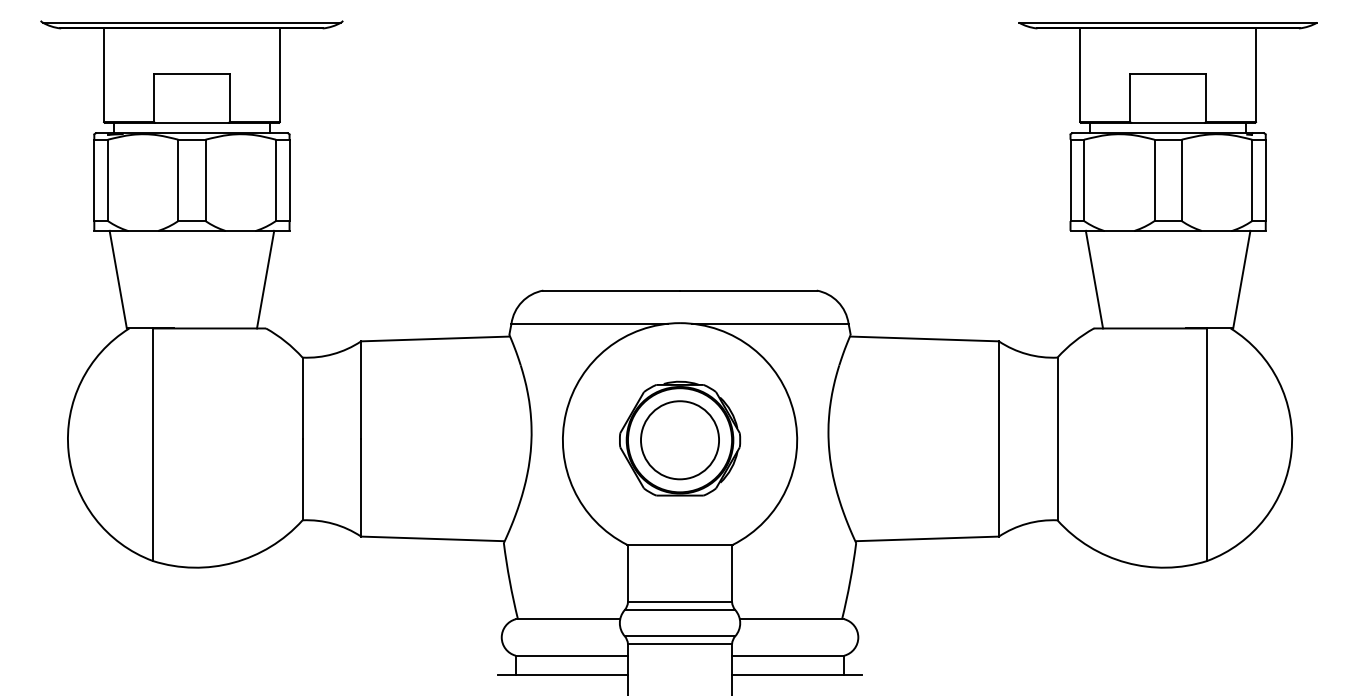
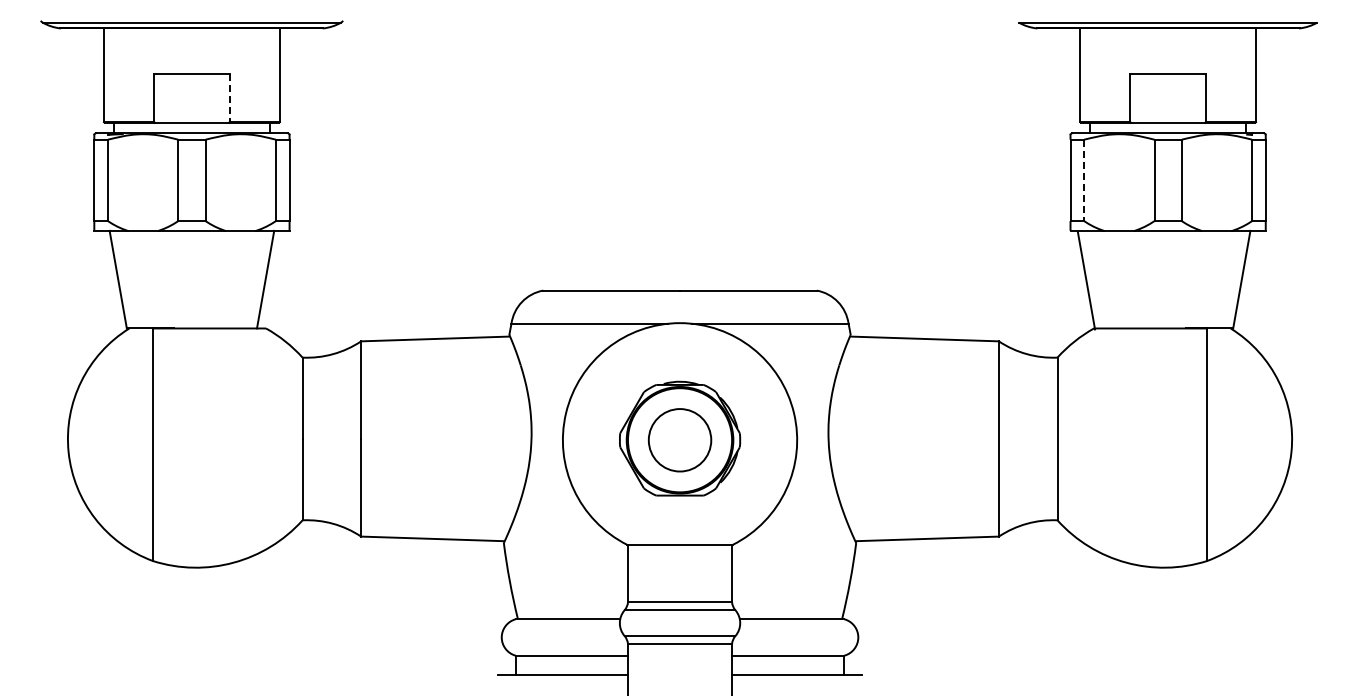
line at (230, 98): solid -> dashed
line at (1084, 180): solid -> dashed
line at (1094, 279) position: (1094, 279) -> (1086, 280)
circle at (679, 440) diameter: 78 px -> 62 px
